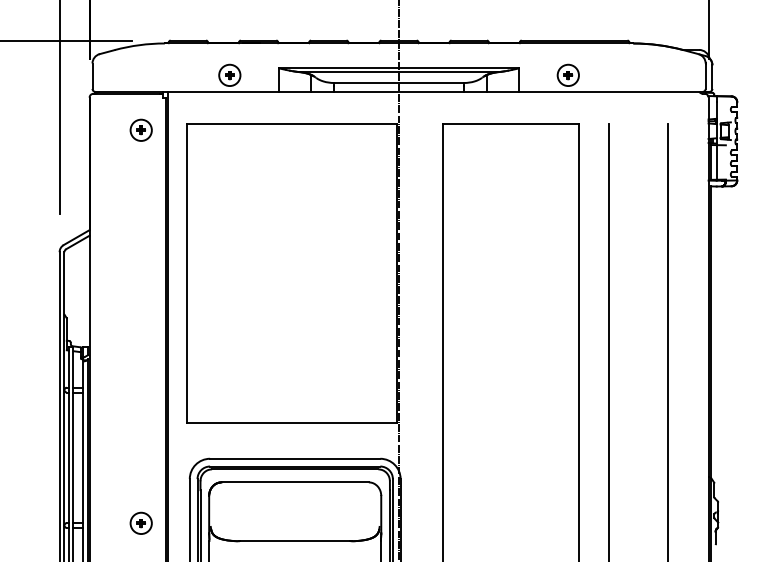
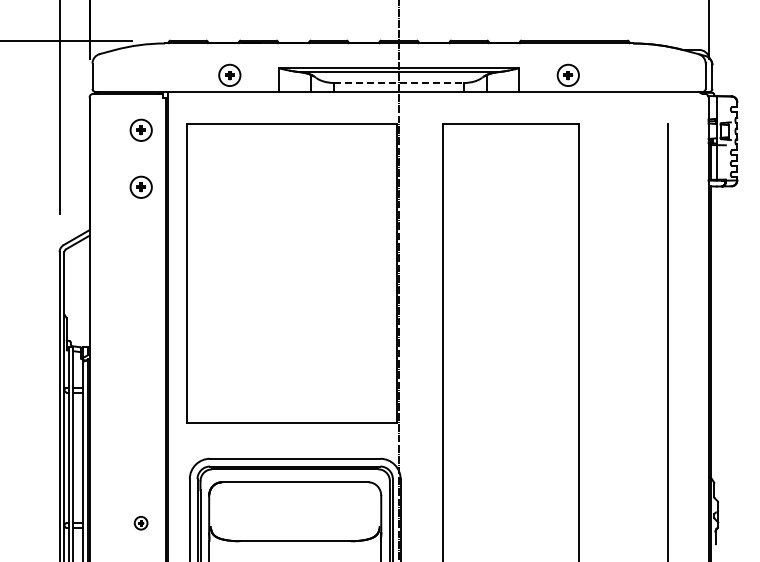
line at (399, 82): solid -> dashed
part at (140, 186): none -> present
line at (608, 340): present -> none
part at (140, 522) size: 24x24 px -> 16x15 px
